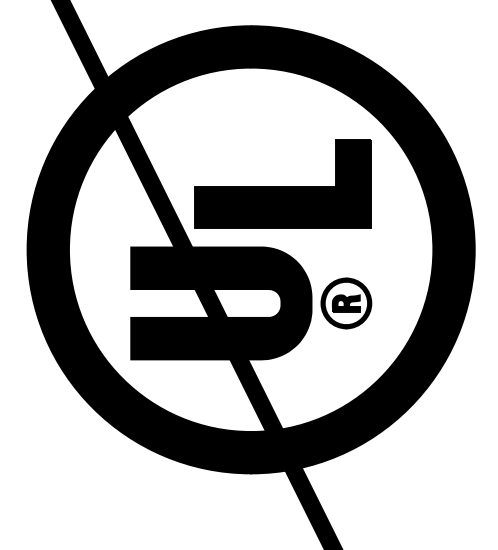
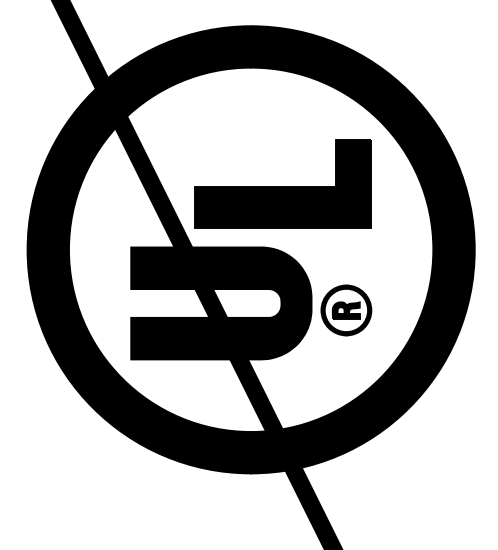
part at (346, 303) position: (346, 303) -> (346, 310)
